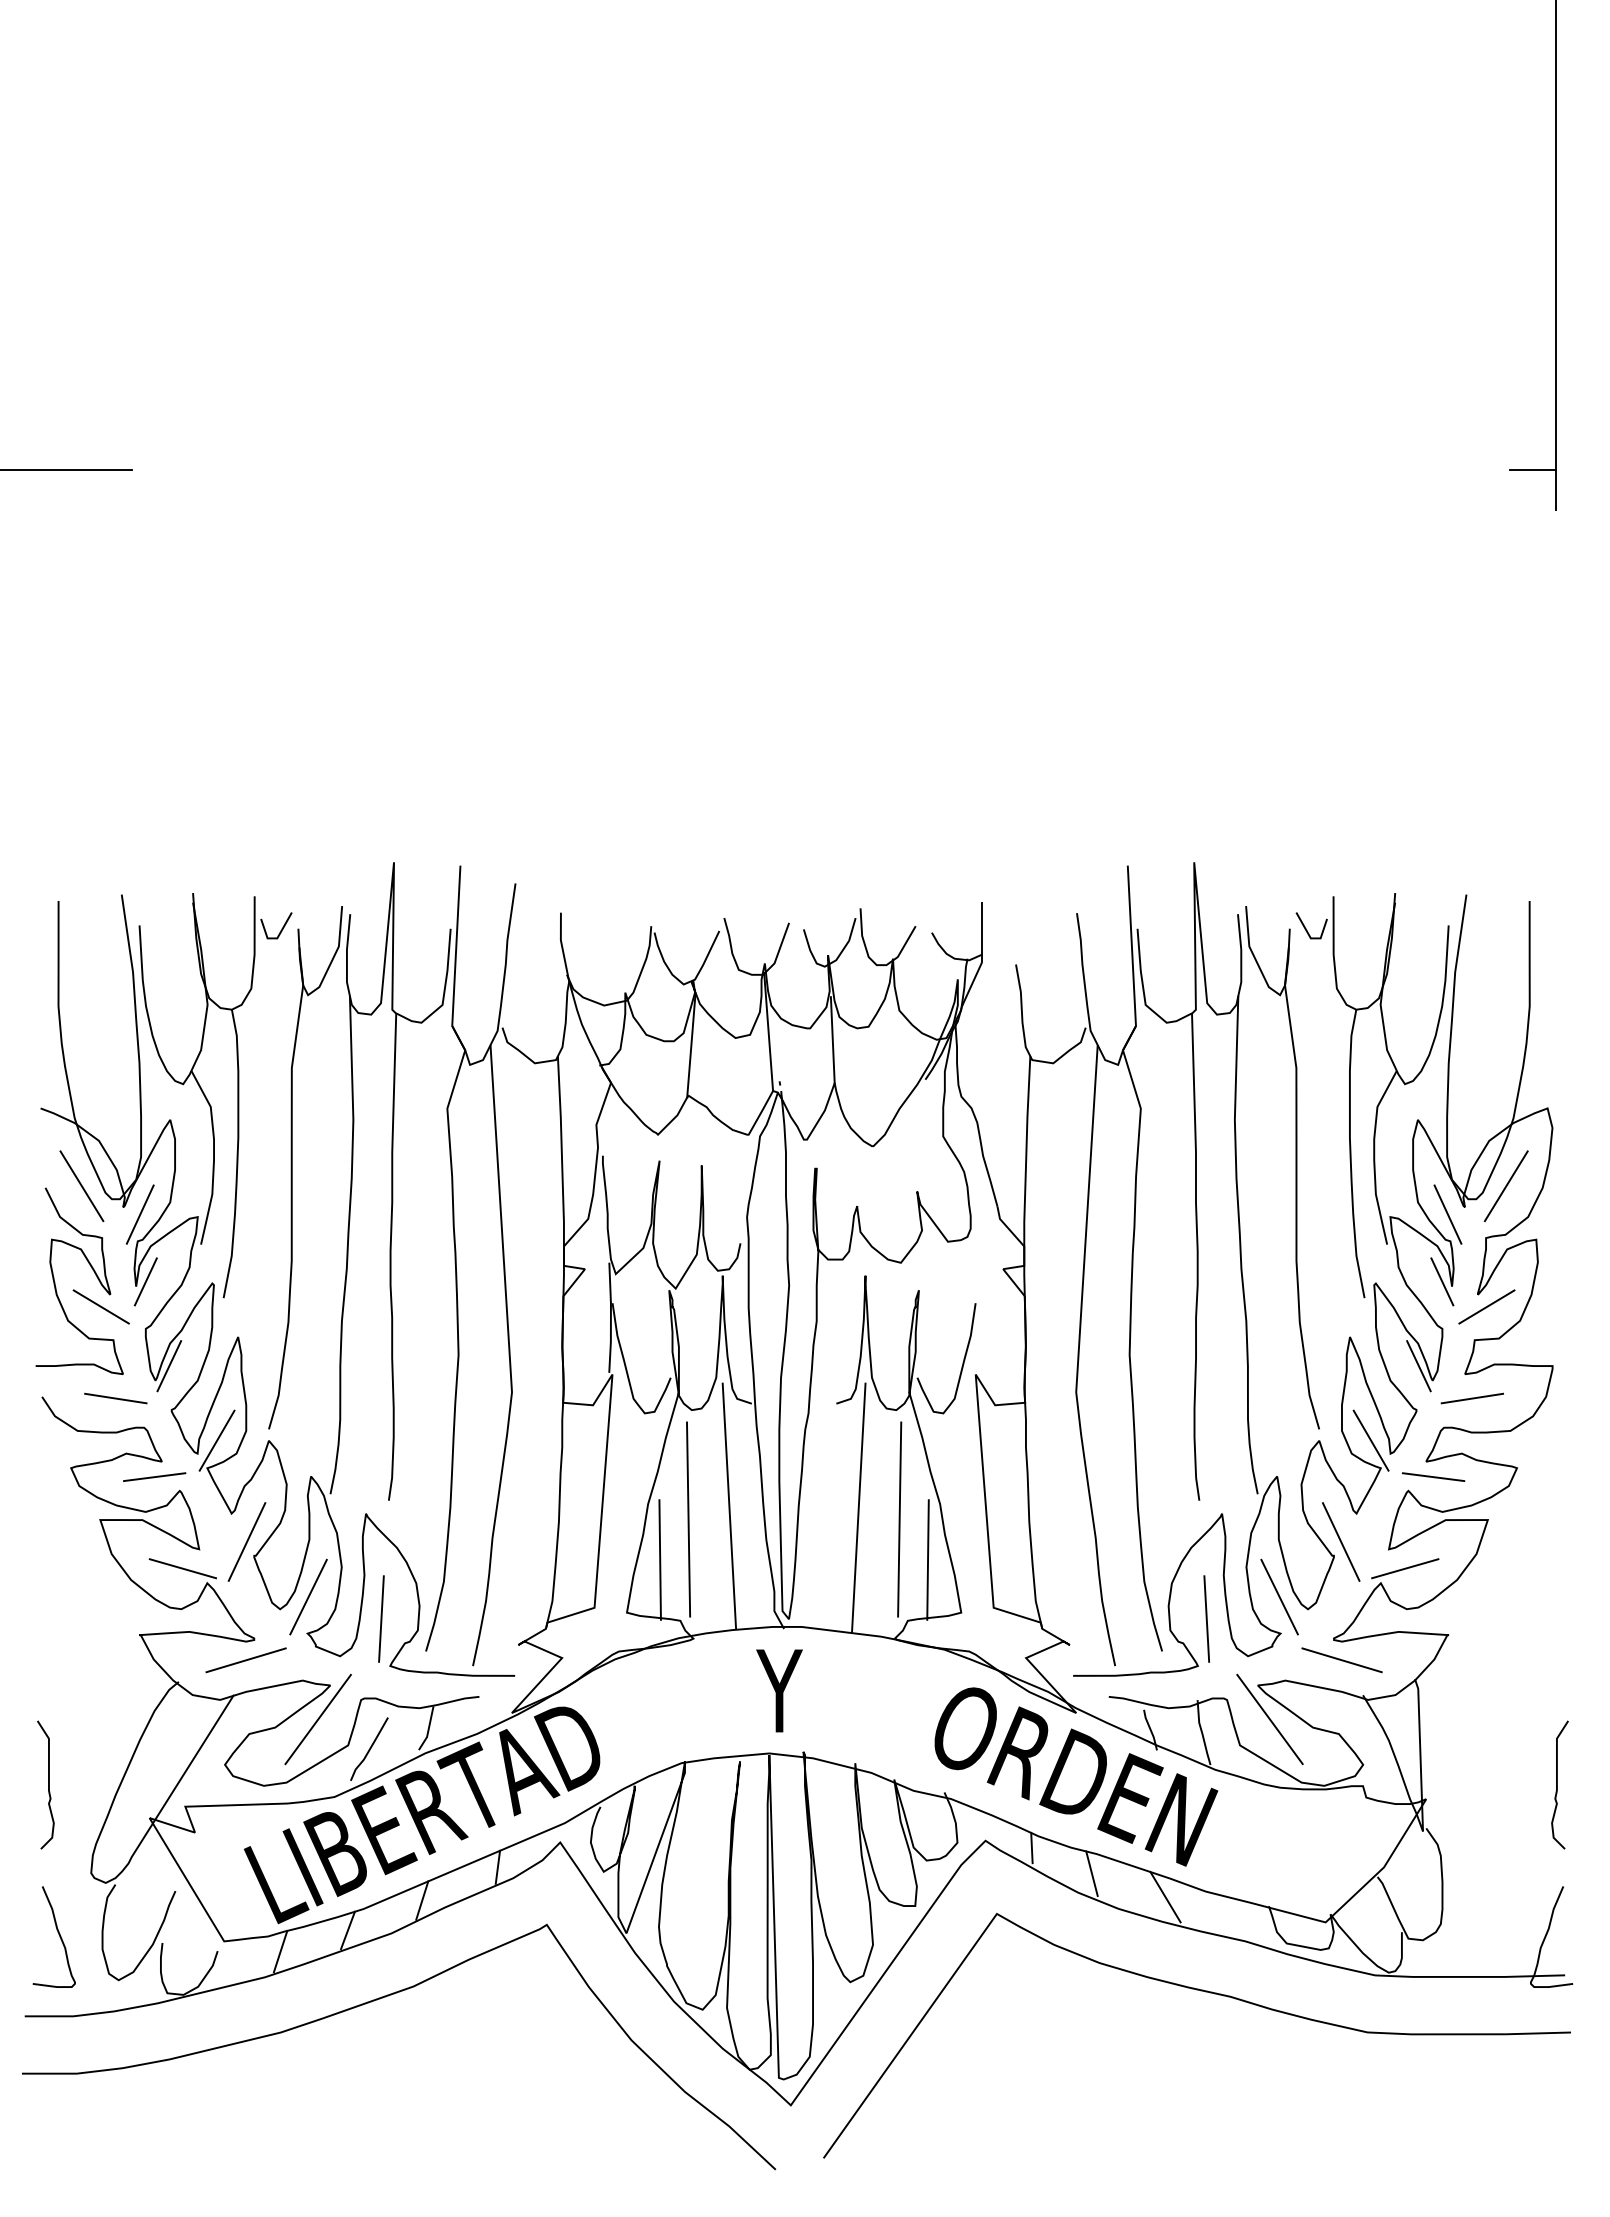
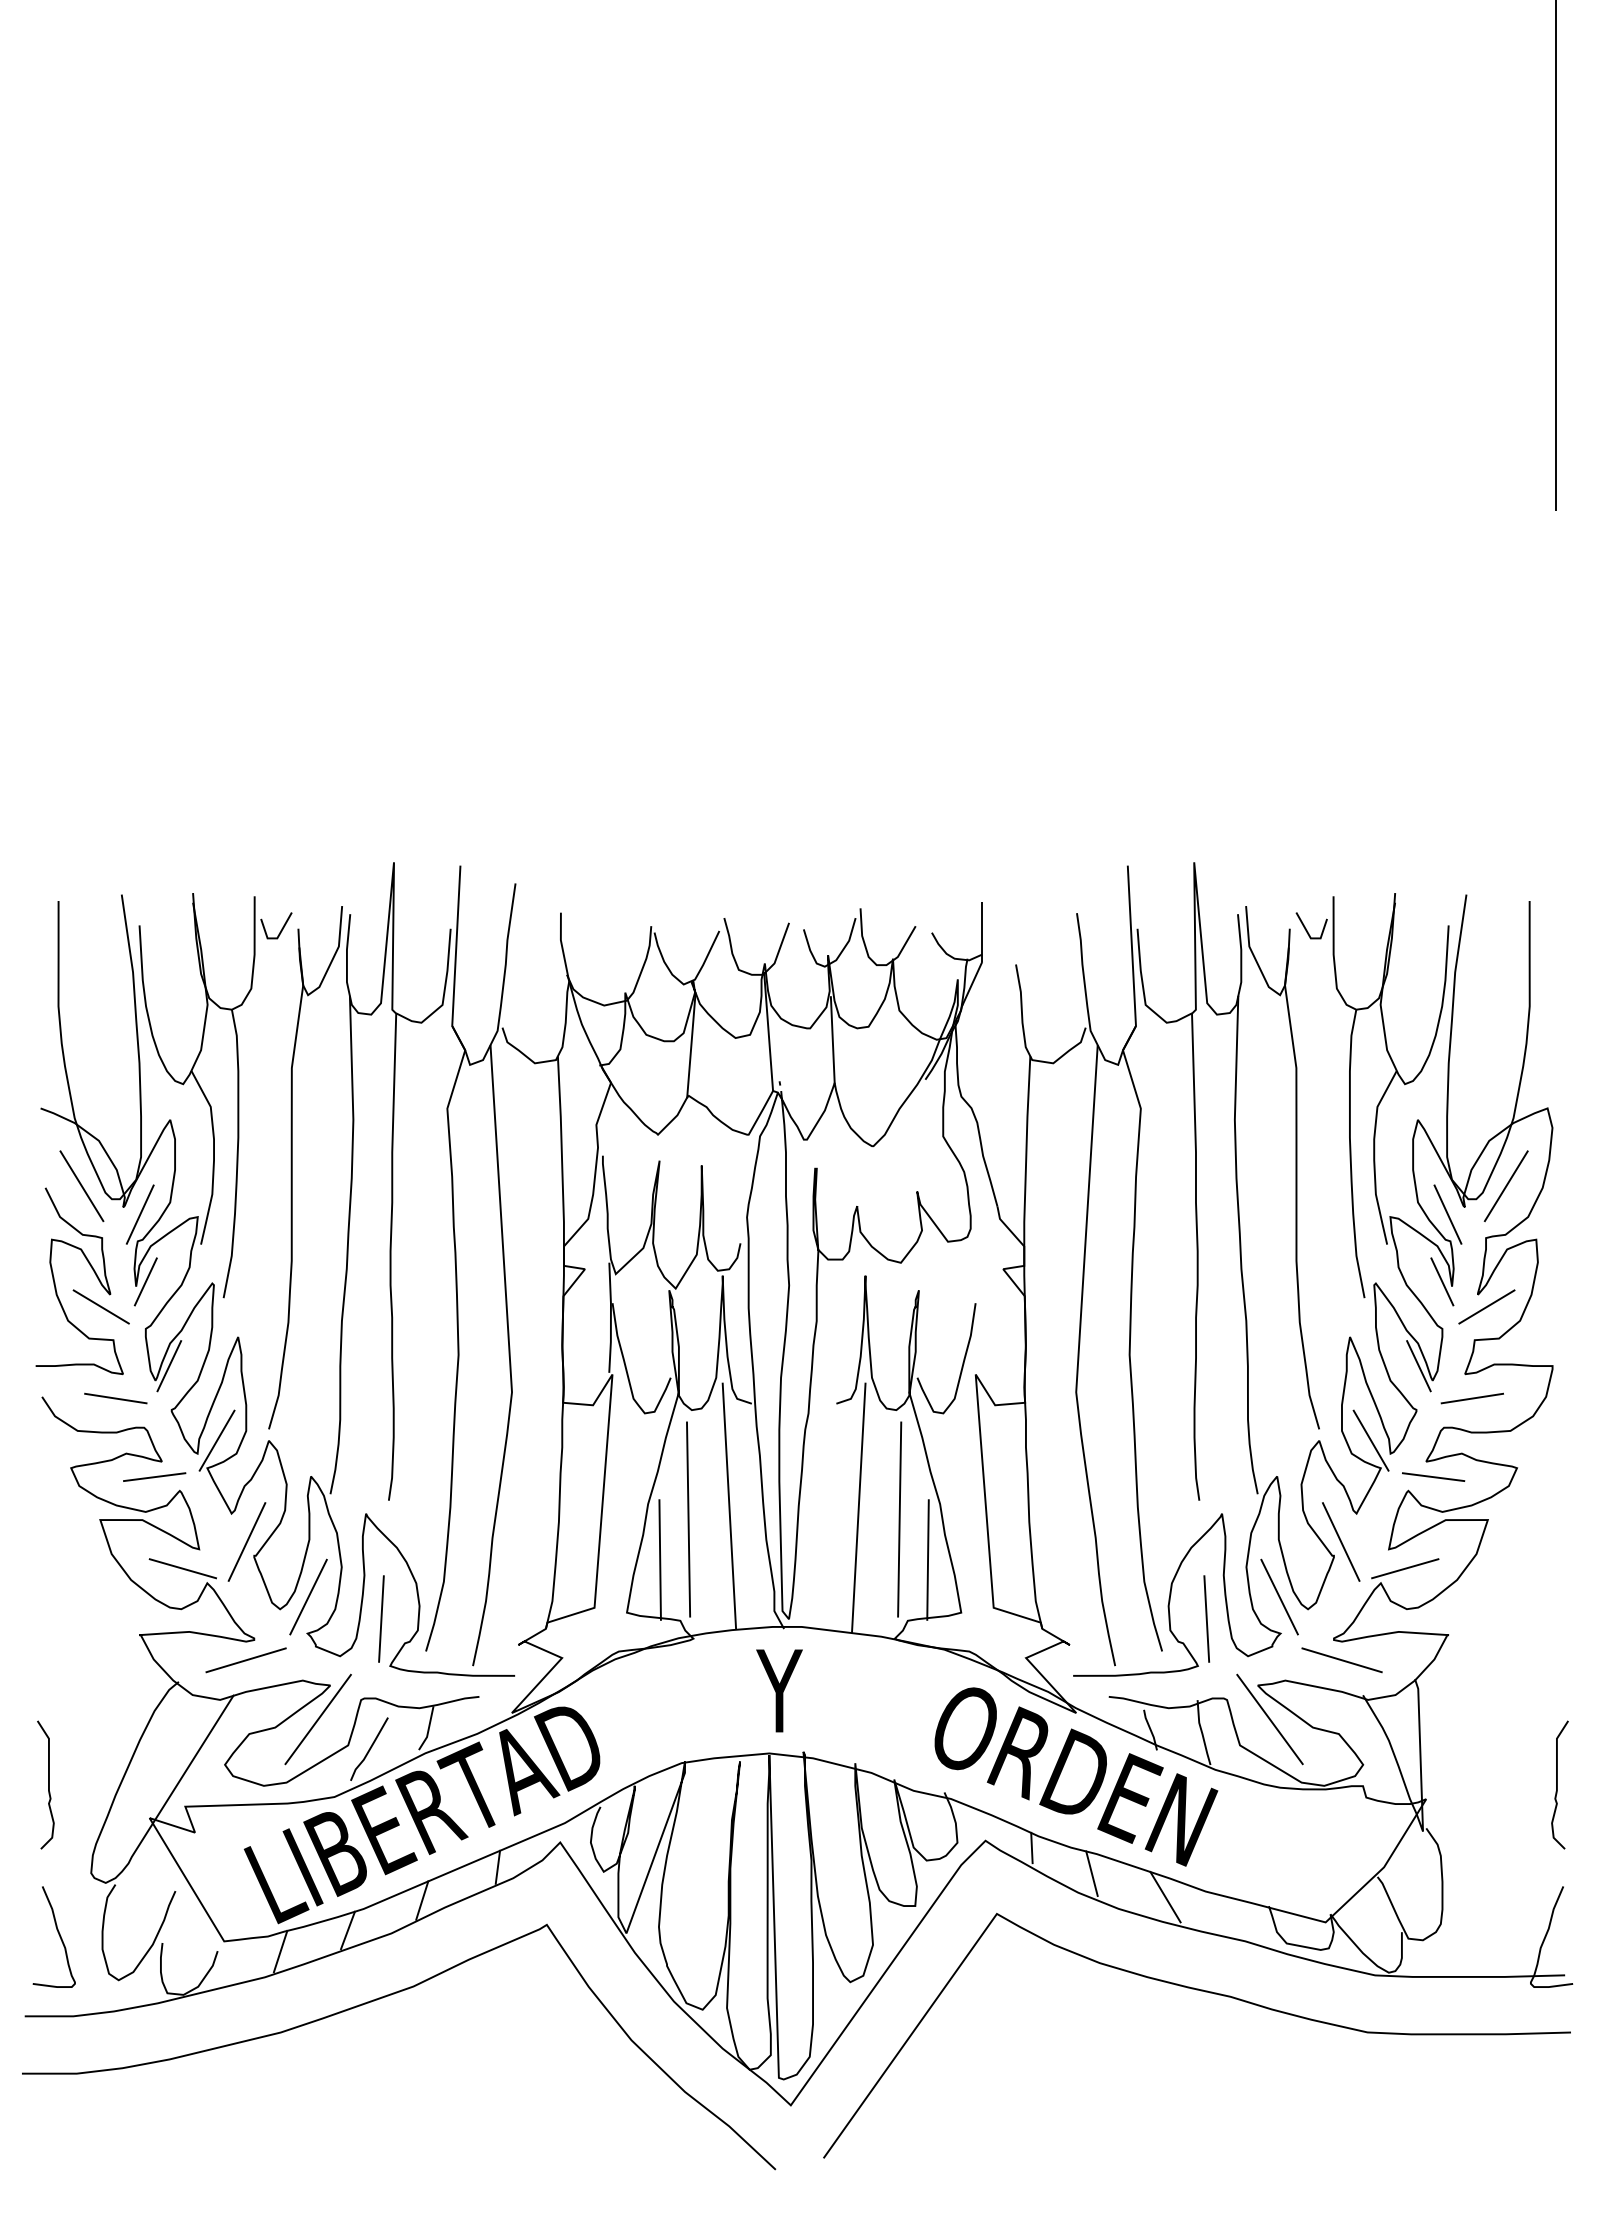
line at (66, 469): present -> none
line at (1532, 469): present -> none
